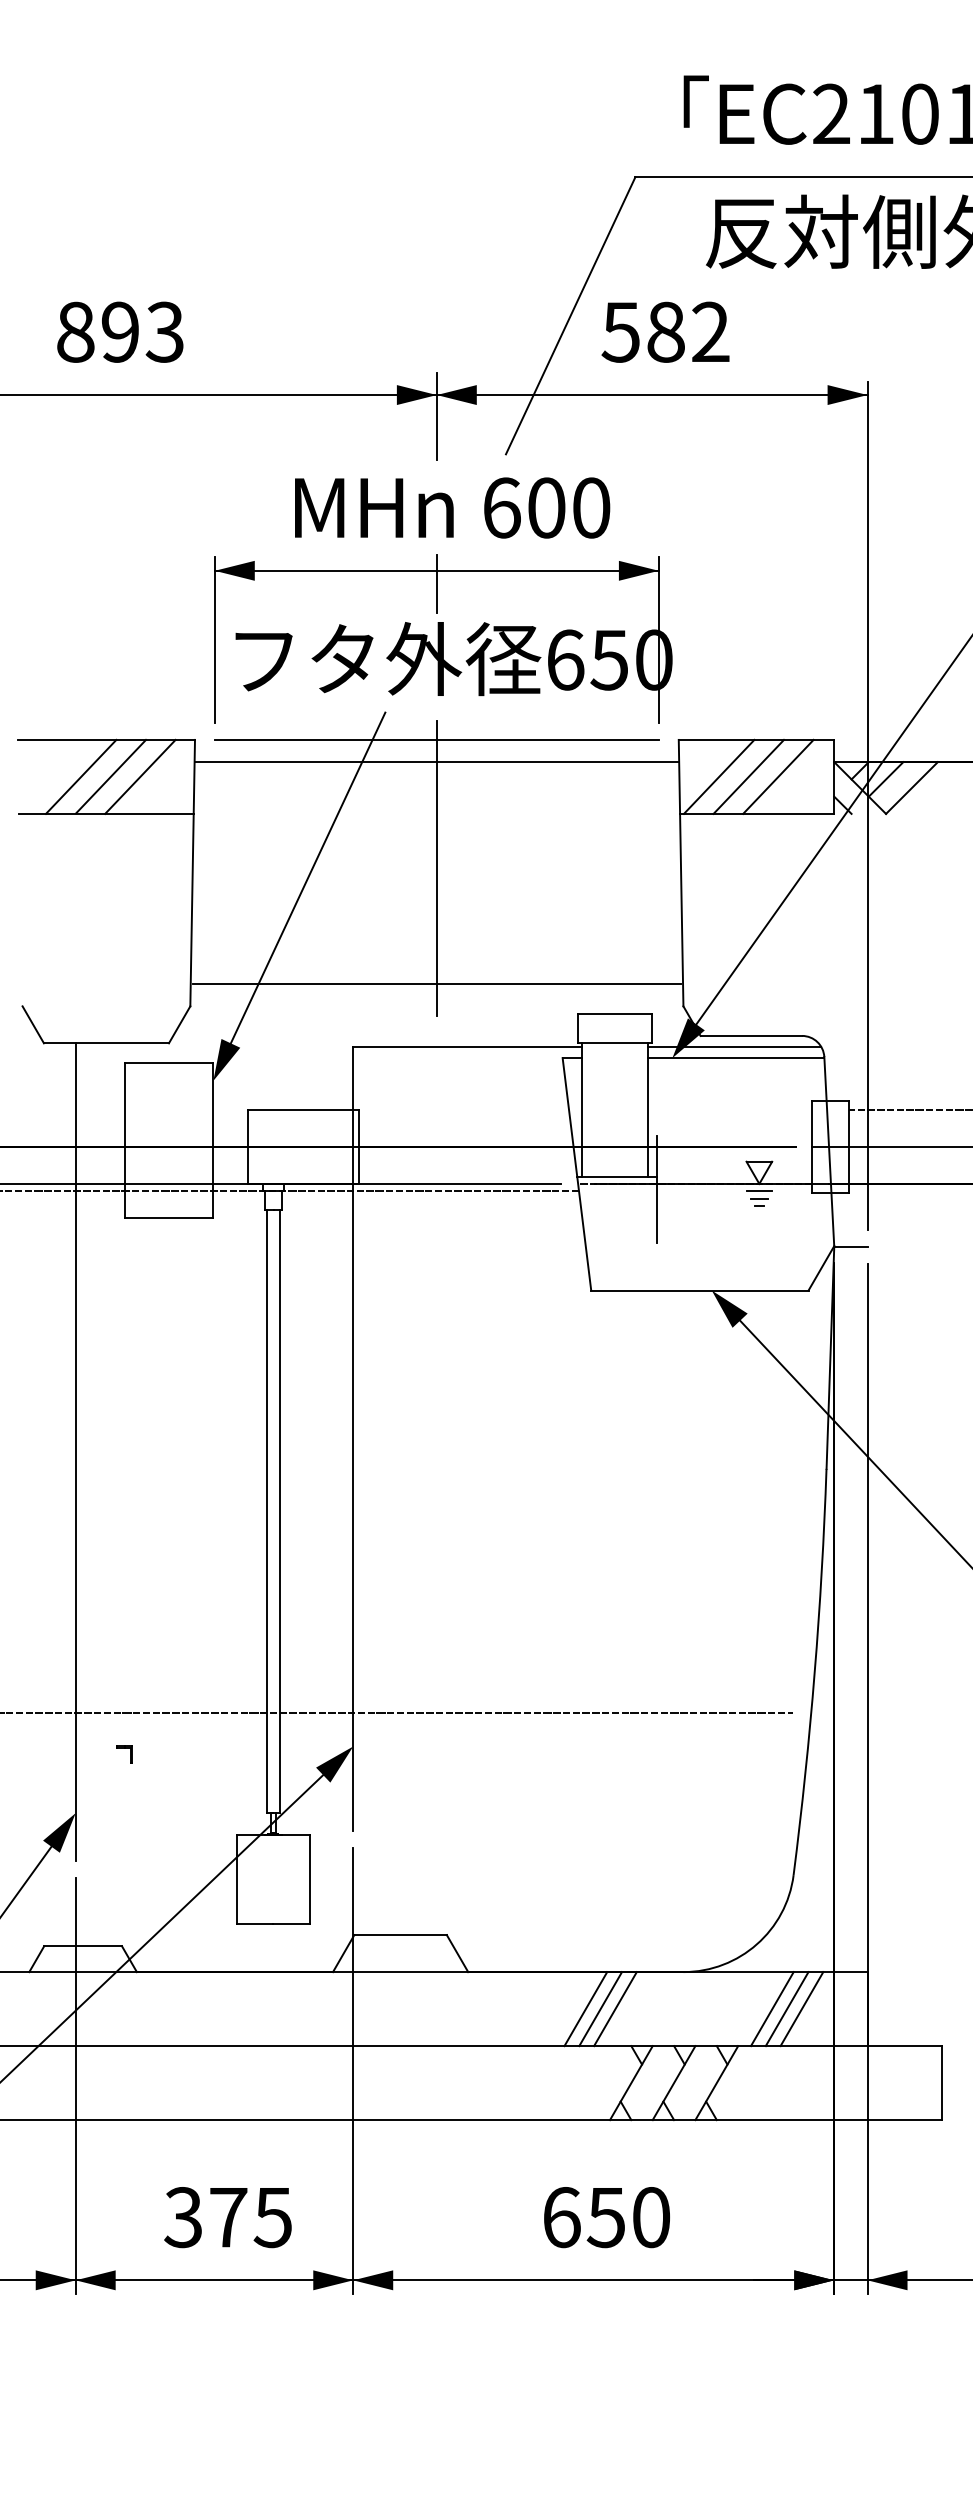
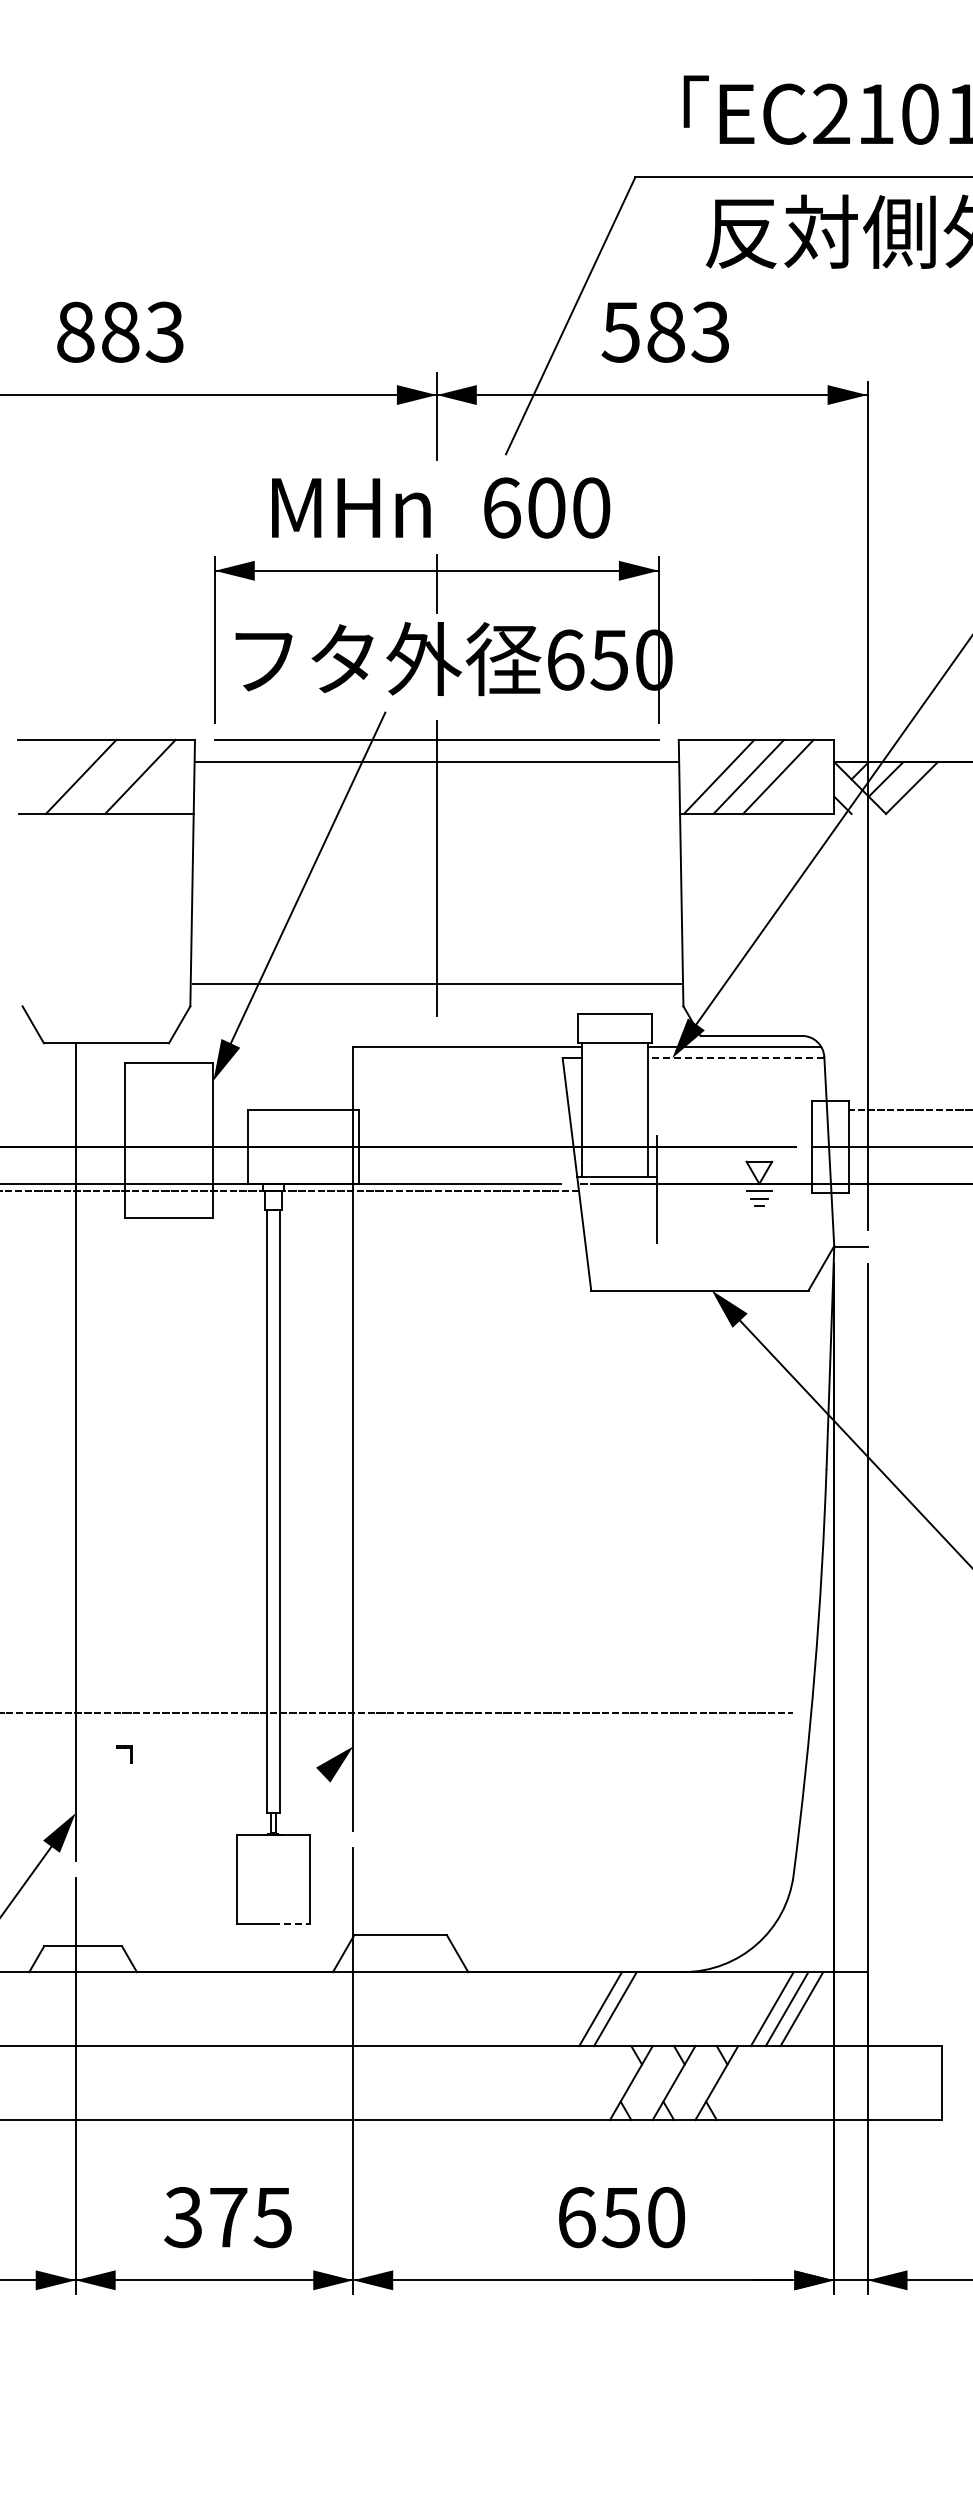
text at (120, 331): 893 -> 883
text at (710, 331): 582 -> 583
text at (374, 507) position: (374, 507) -> (351, 507)
line at (111, 776): present -> none
line at (736, 1058): solid -> dashed
line at (292, 1923): solid -> dashed
line at (162, 1927): present -> none
line at (585, 2009): present -> none
text at (606, 2217) position: (606, 2217) -> (621, 2217)
